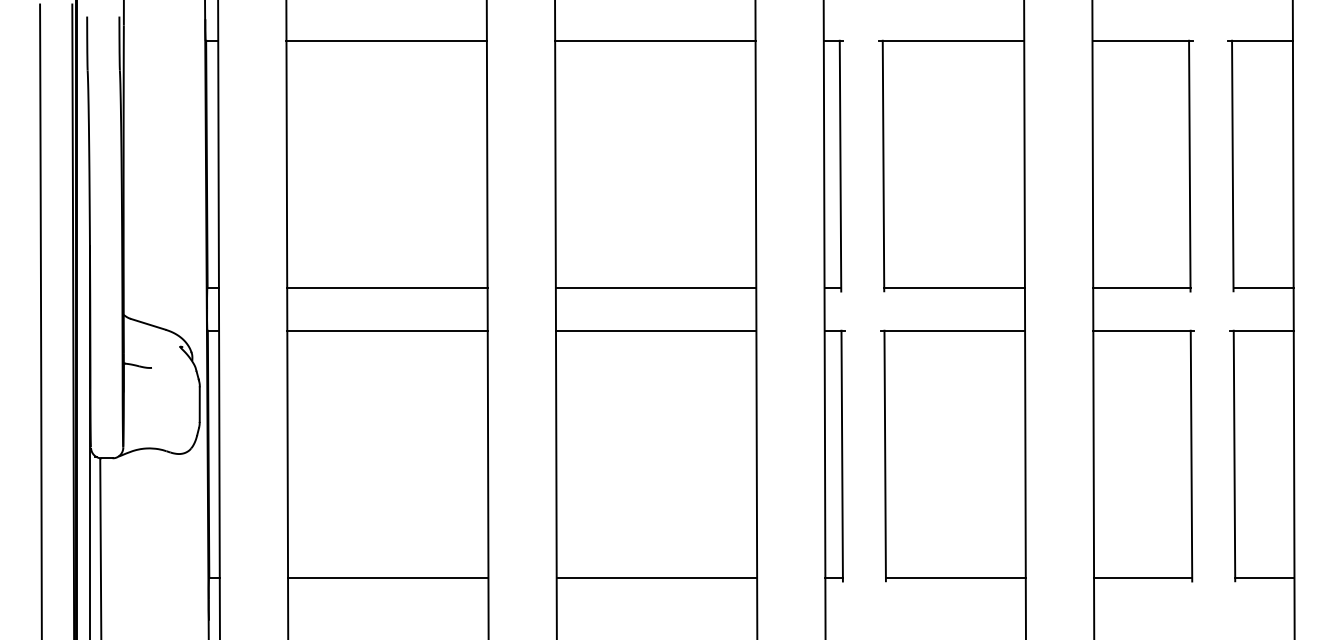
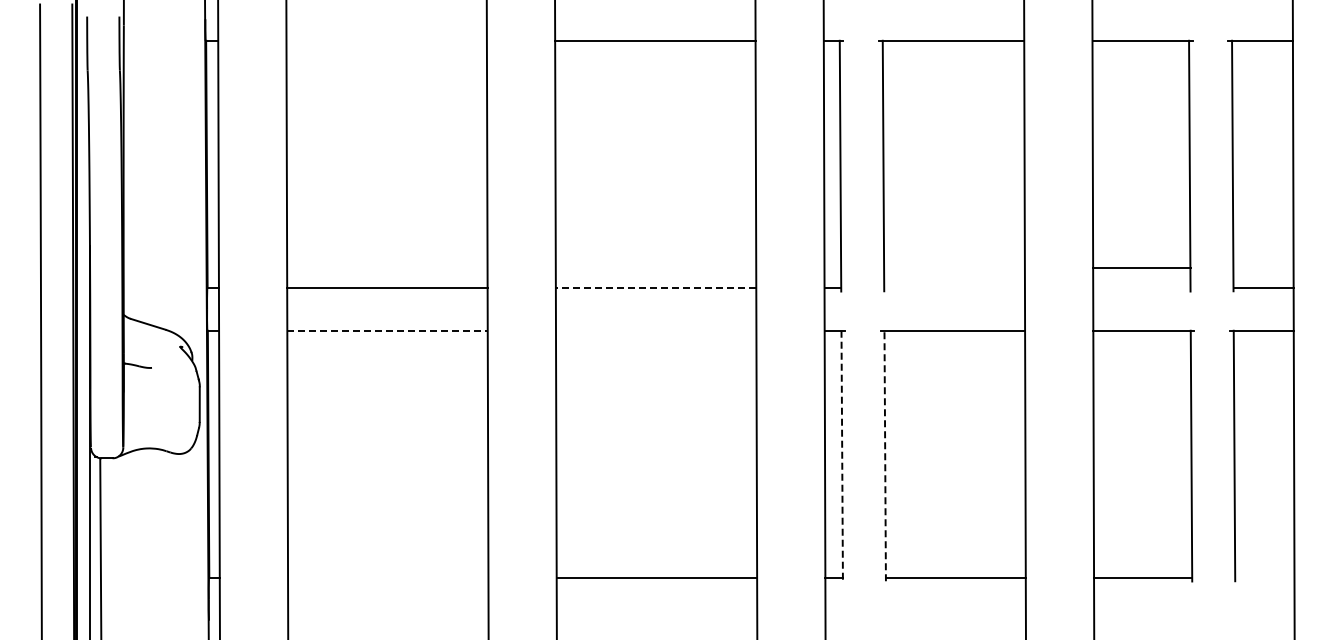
line at (386, 40): present -> none
line at (655, 287): solid -> dashed
line at (954, 287): present -> none
line at (1141, 287) position: (1141, 287) -> (1141, 267)
line at (388, 330): solid -> dashed
line at (655, 330): present -> none
line at (885, 455): solid -> dashed
line at (842, 456): solid -> dashed
line at (388, 577): present -> none
line at (1264, 577): present -> none
